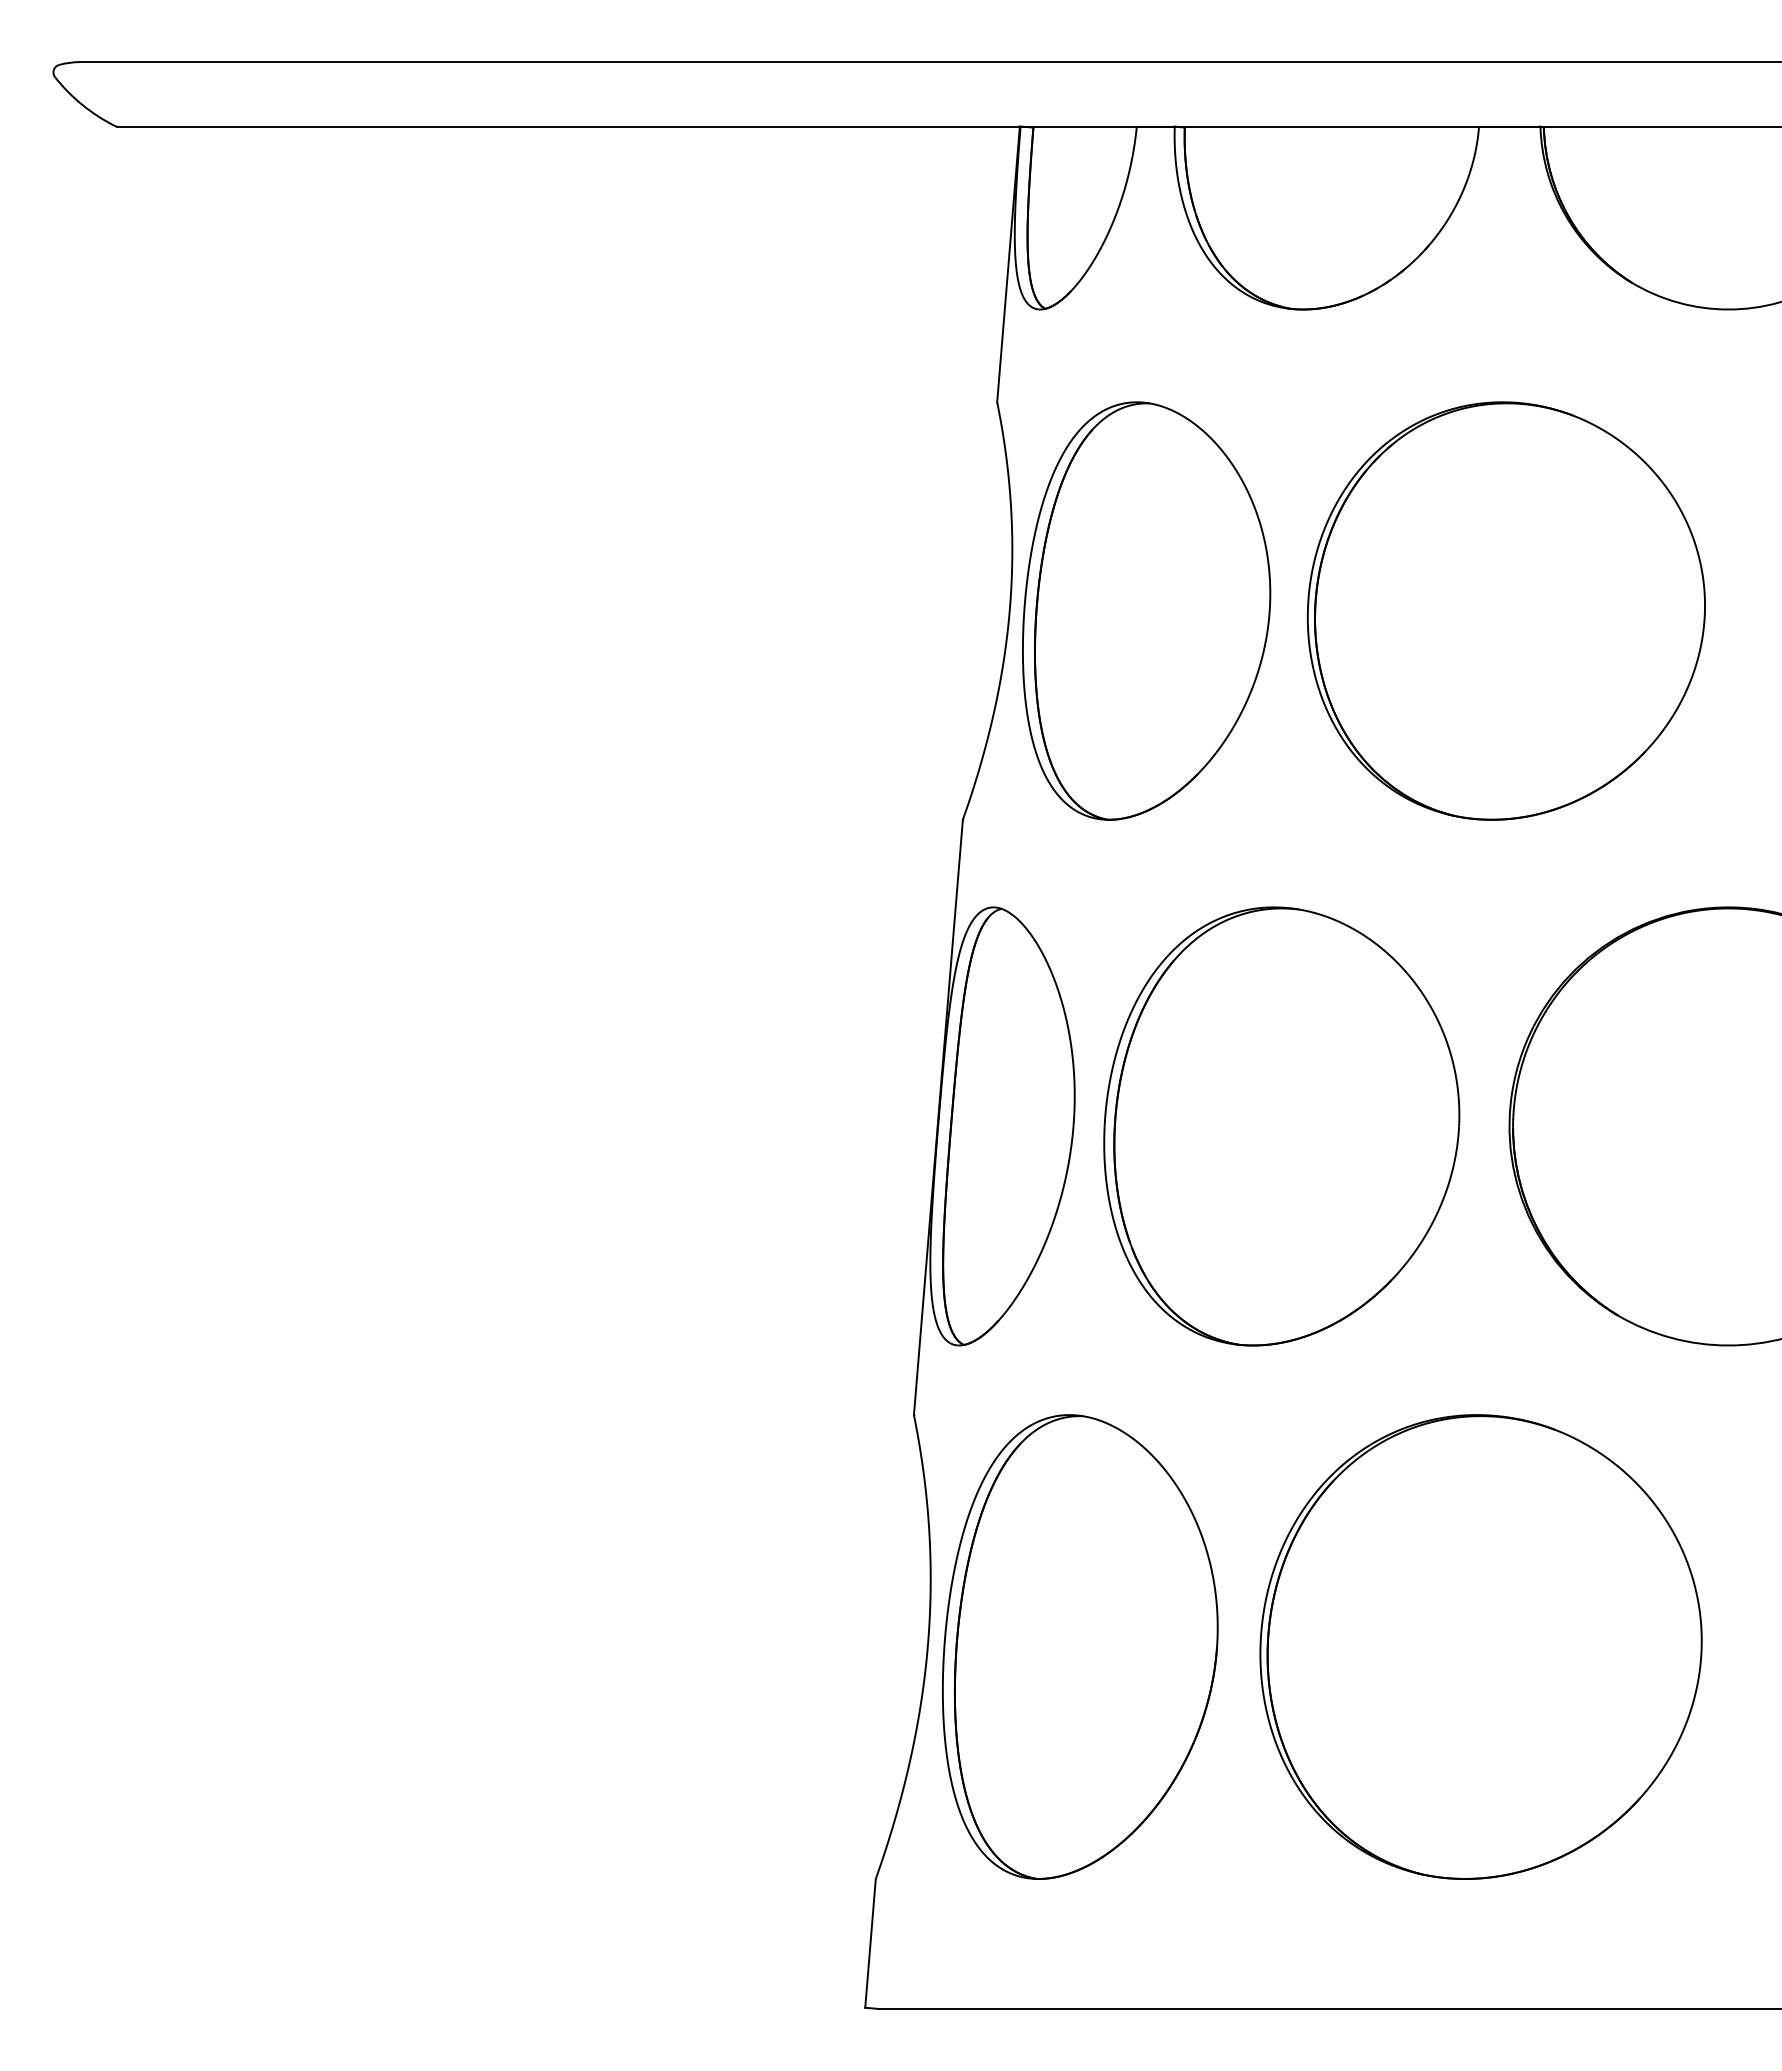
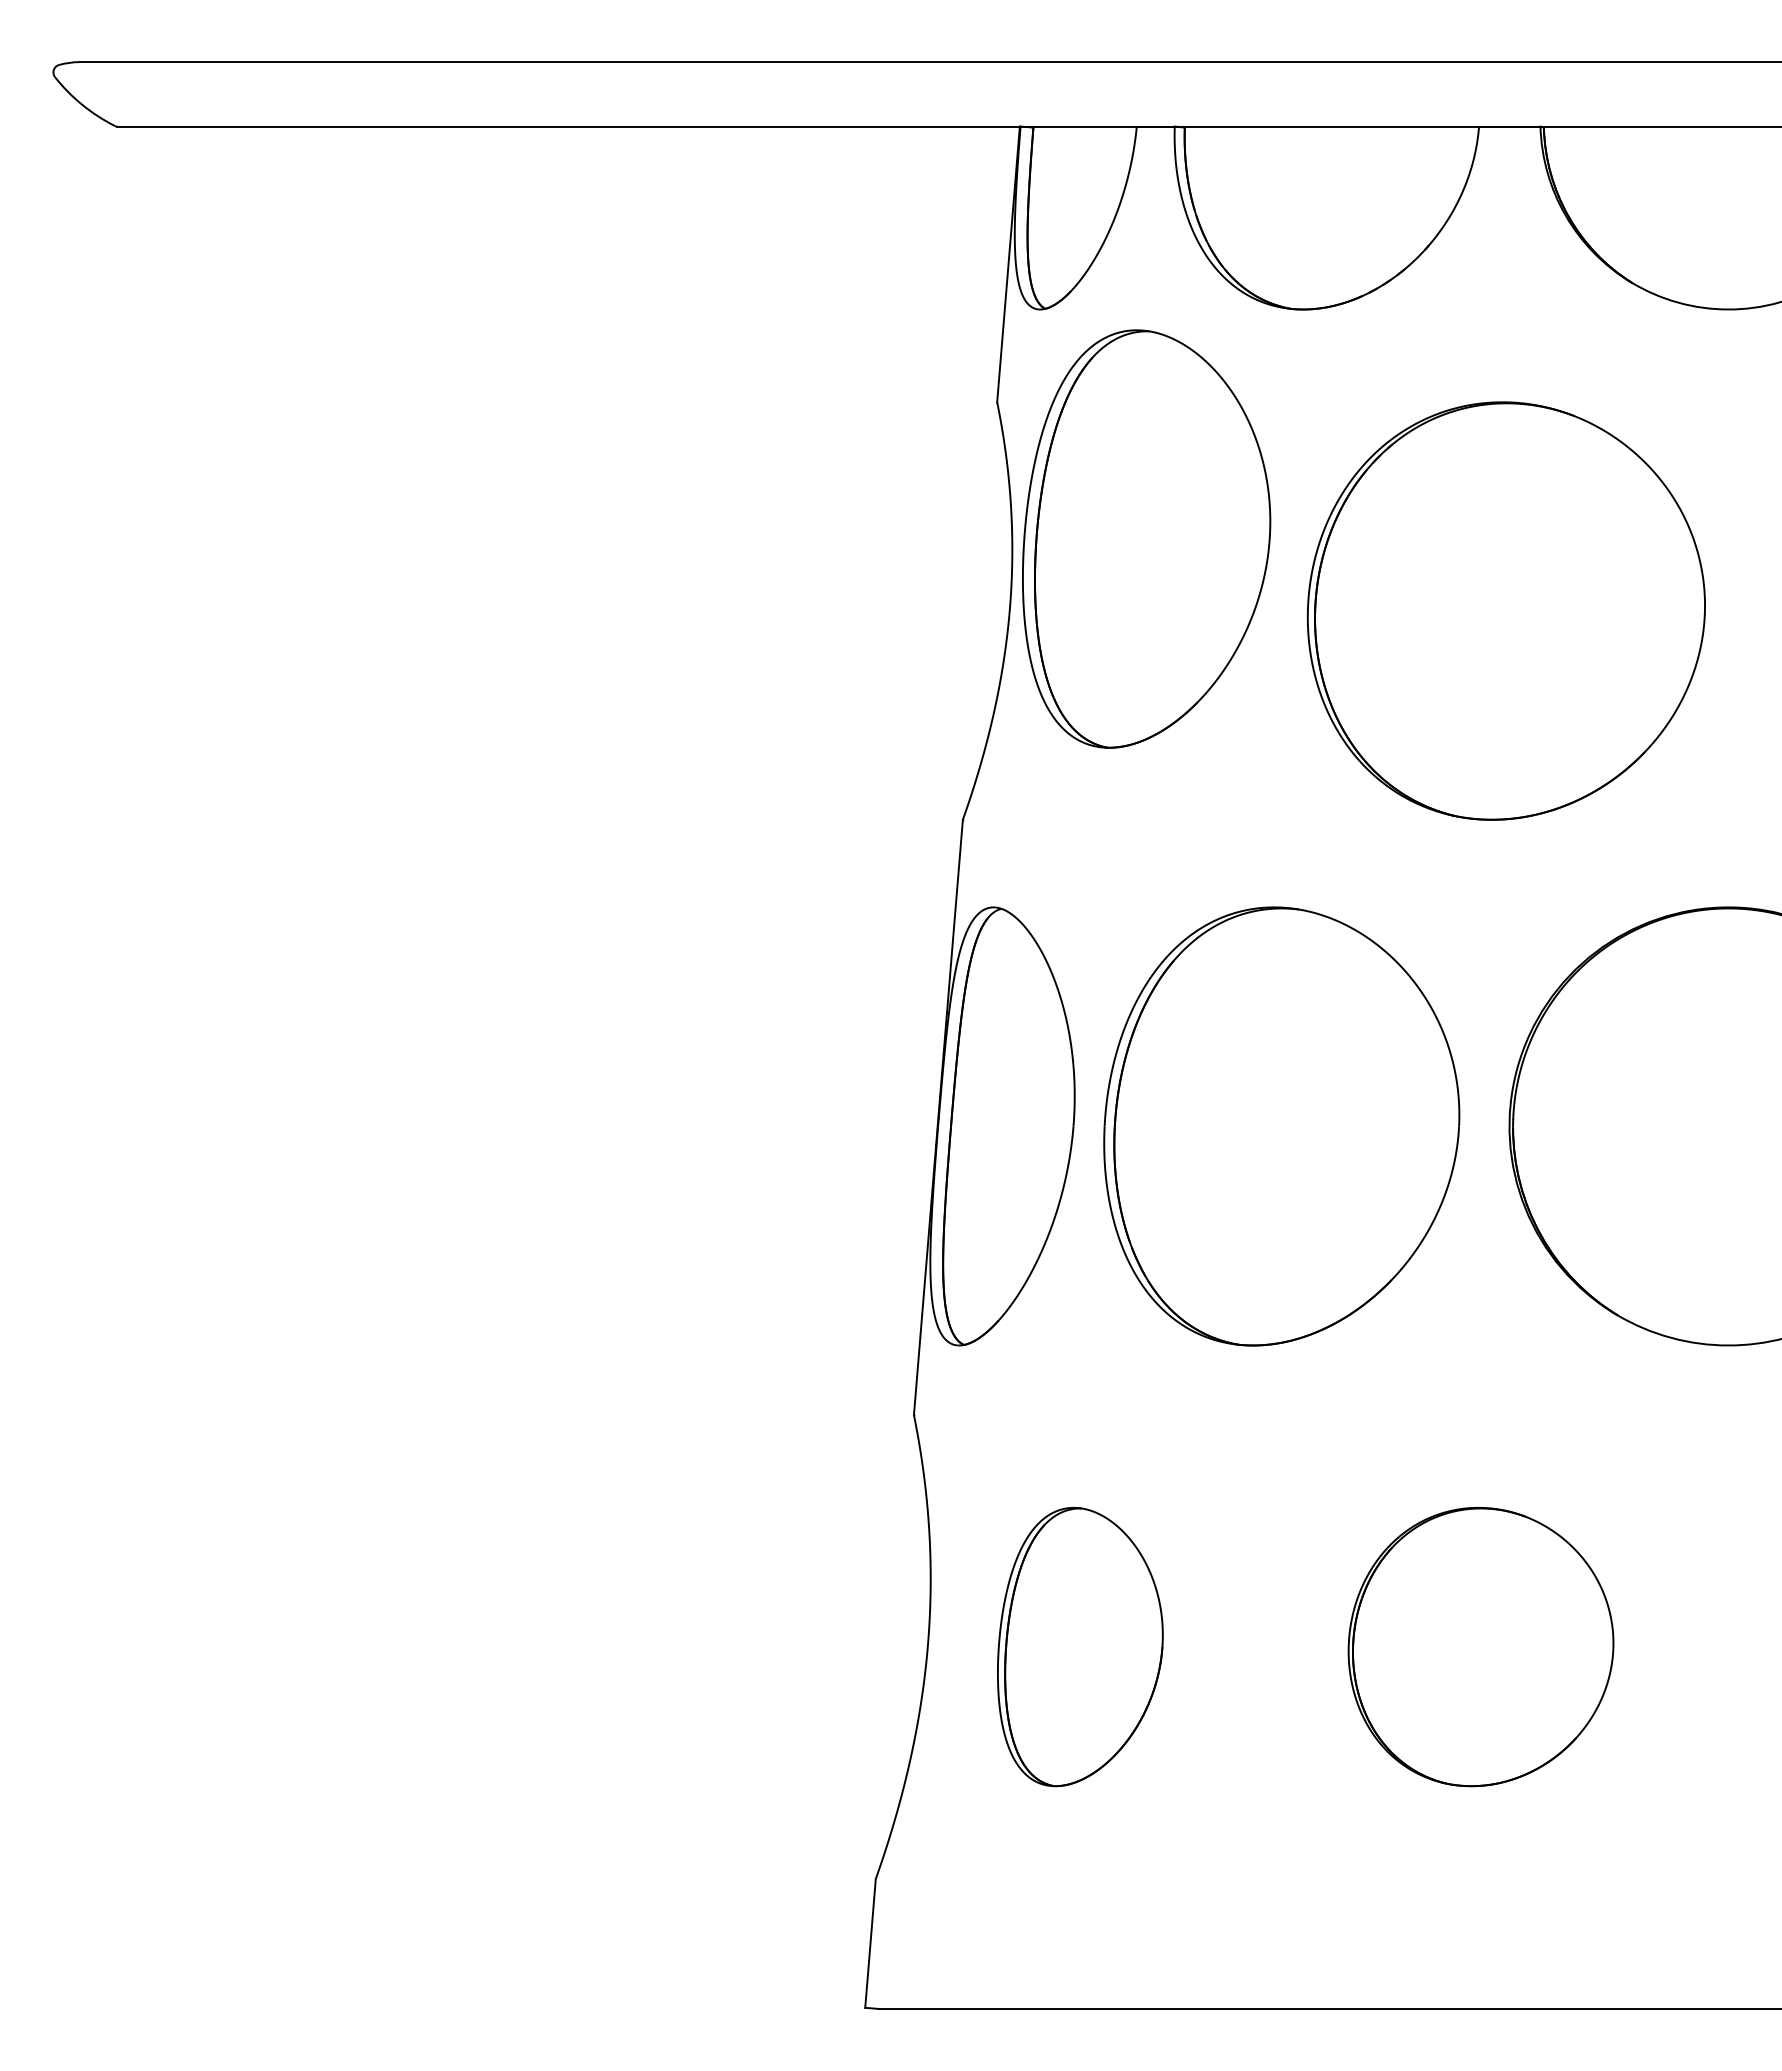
part at (1146, 610) position: (1146, 610) -> (1146, 538)
part at (1080, 1646) size: 277x466 px -> 167x281 px
part at (1480, 1646) size: 444x466 px -> 268x281 px
